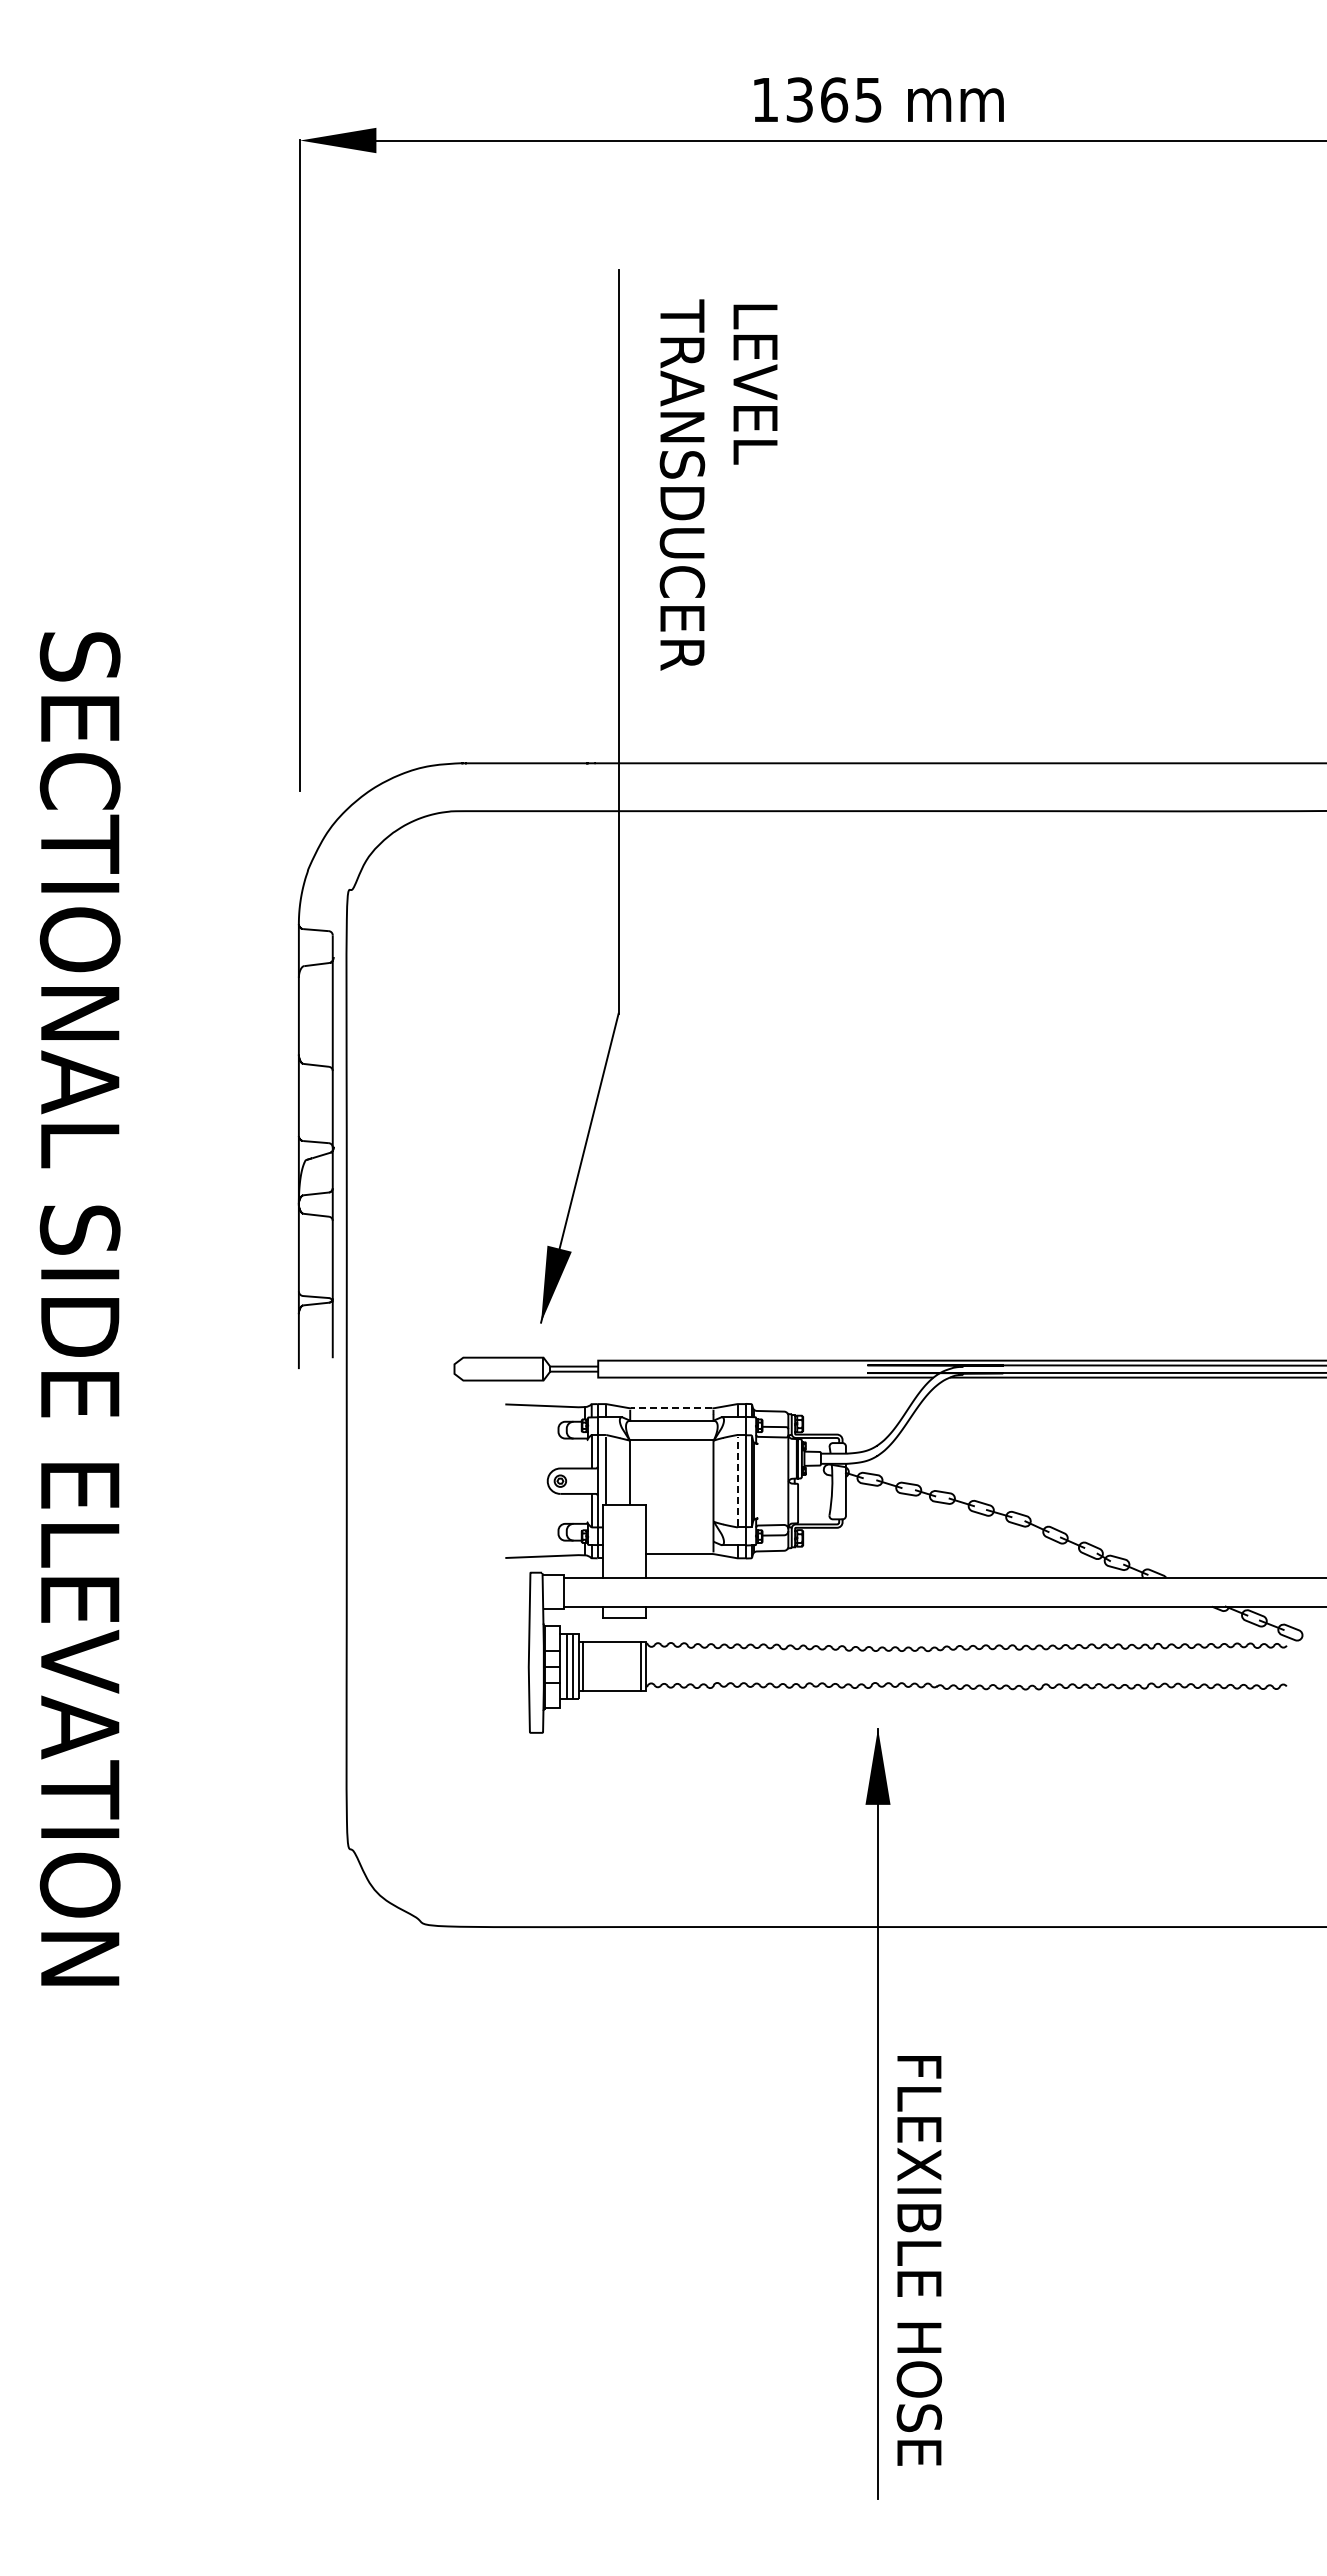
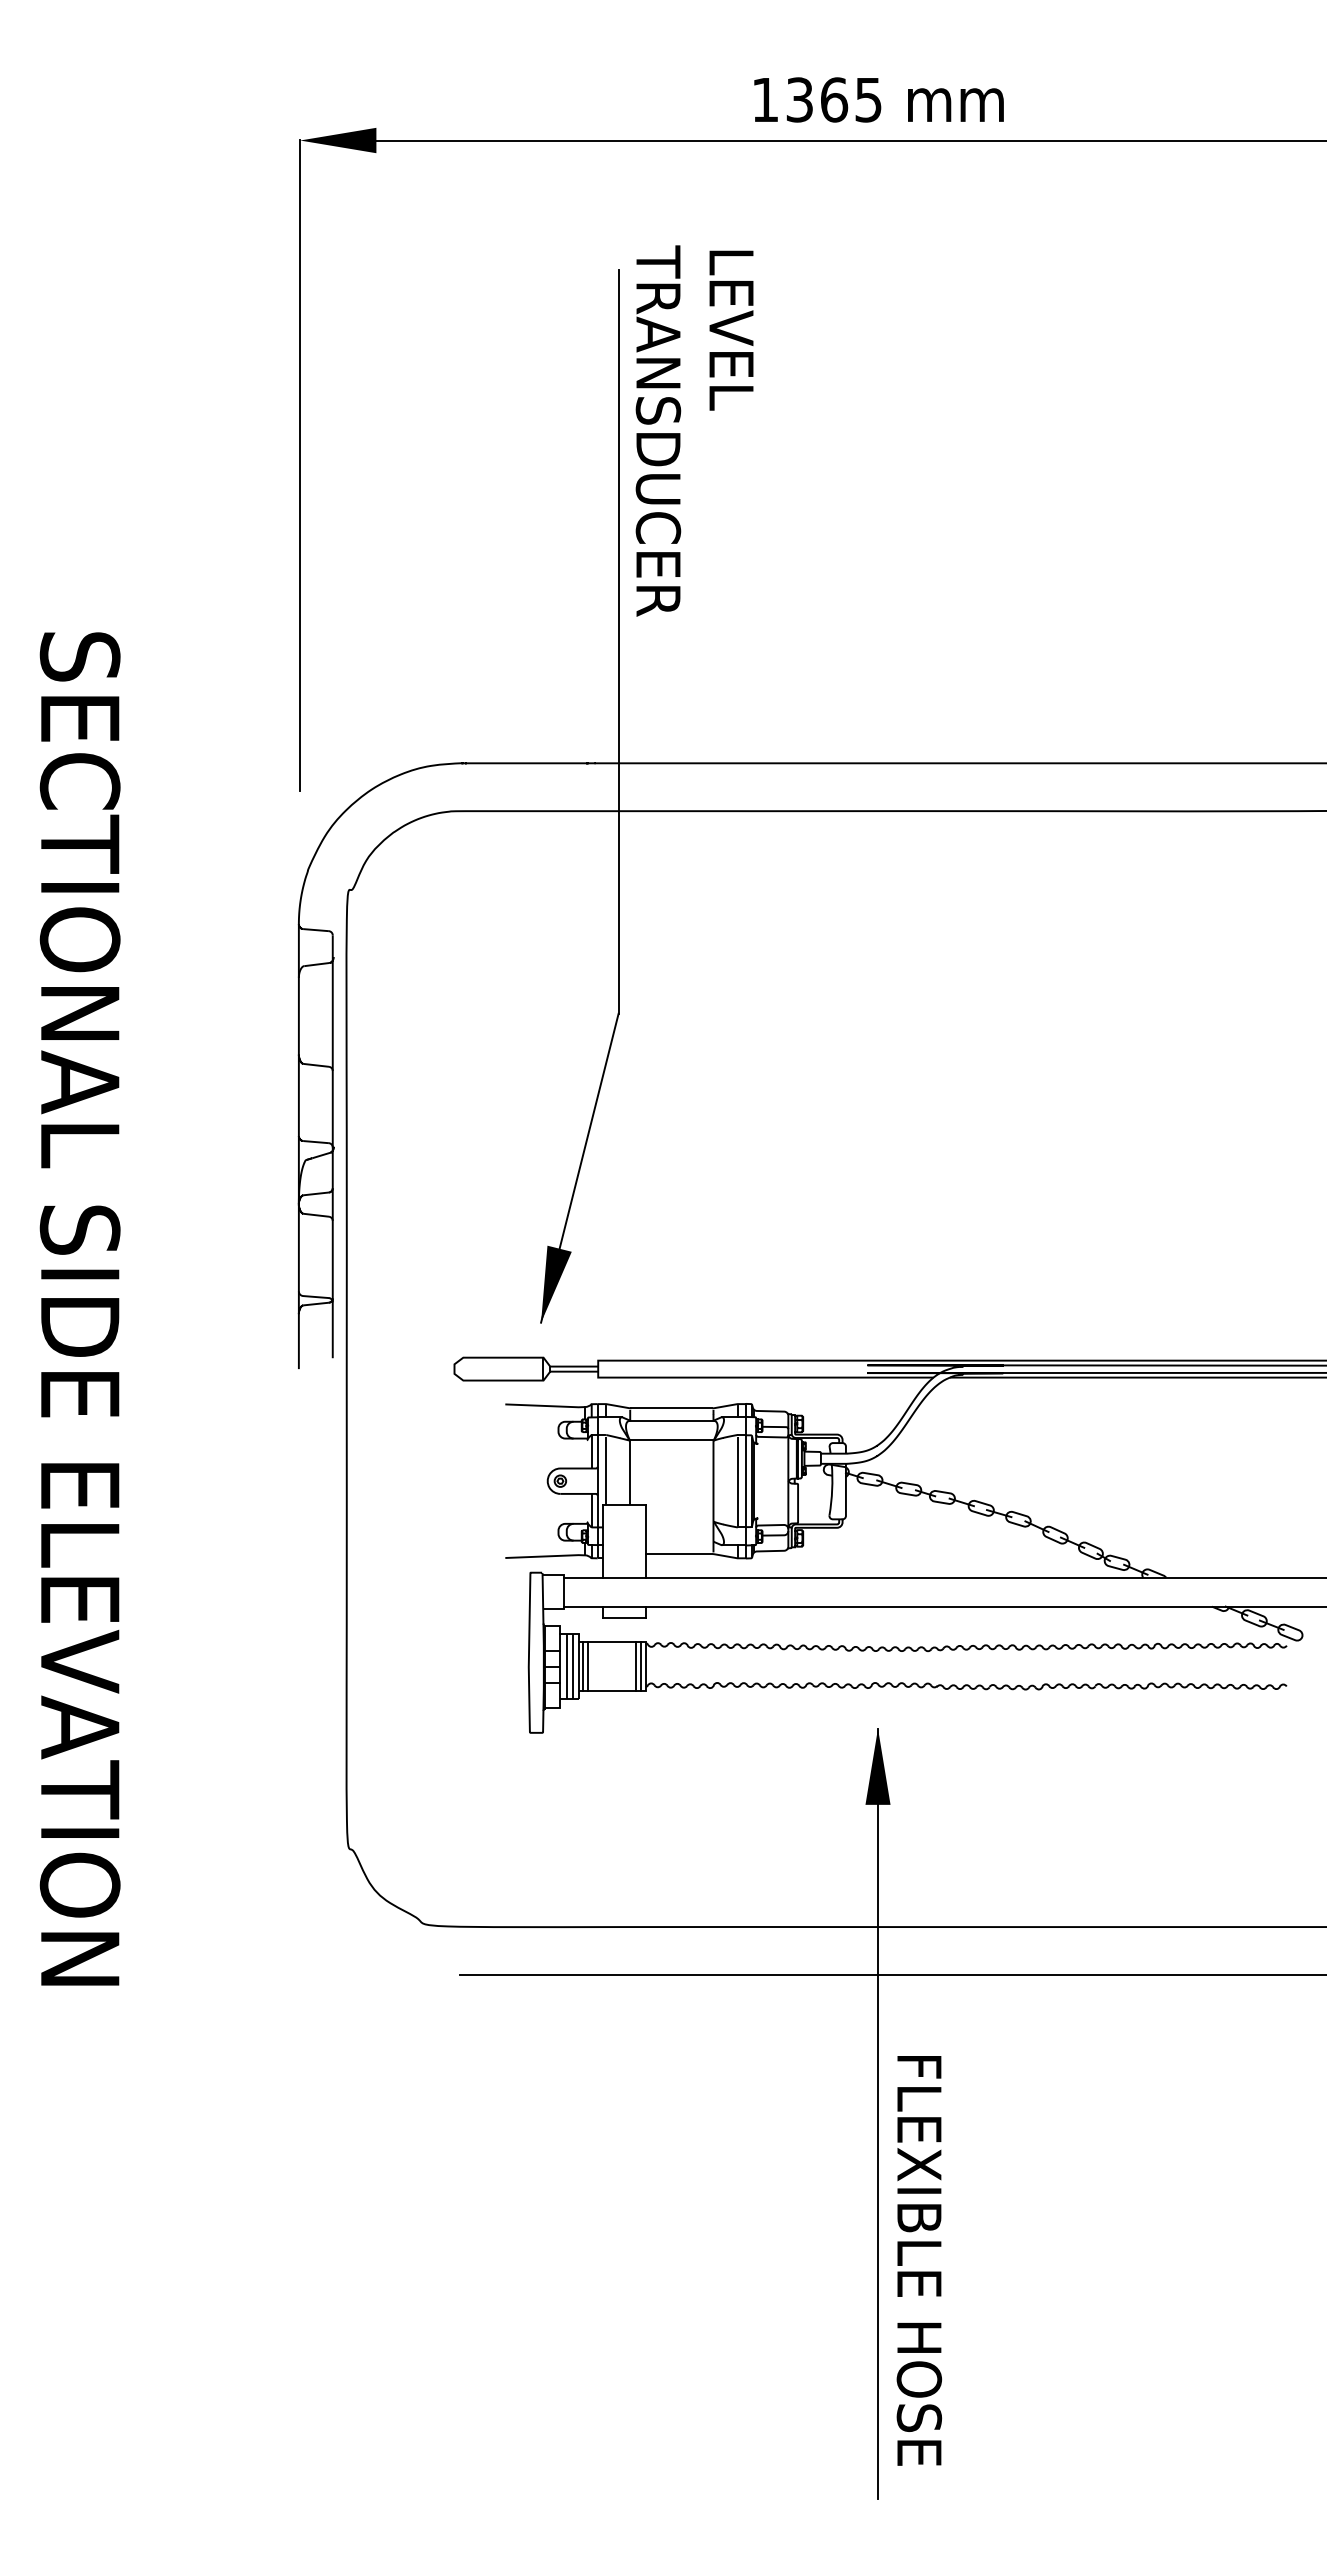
text at (718, 484) position: (718, 484) -> (694, 430)
line at (671, 1408): dashed -> solid
line at (737, 1481): dashed -> solid
line at (587, 1666): none -> present
line at (636, 1666): none -> present
line at (891, 1974): none -> present
